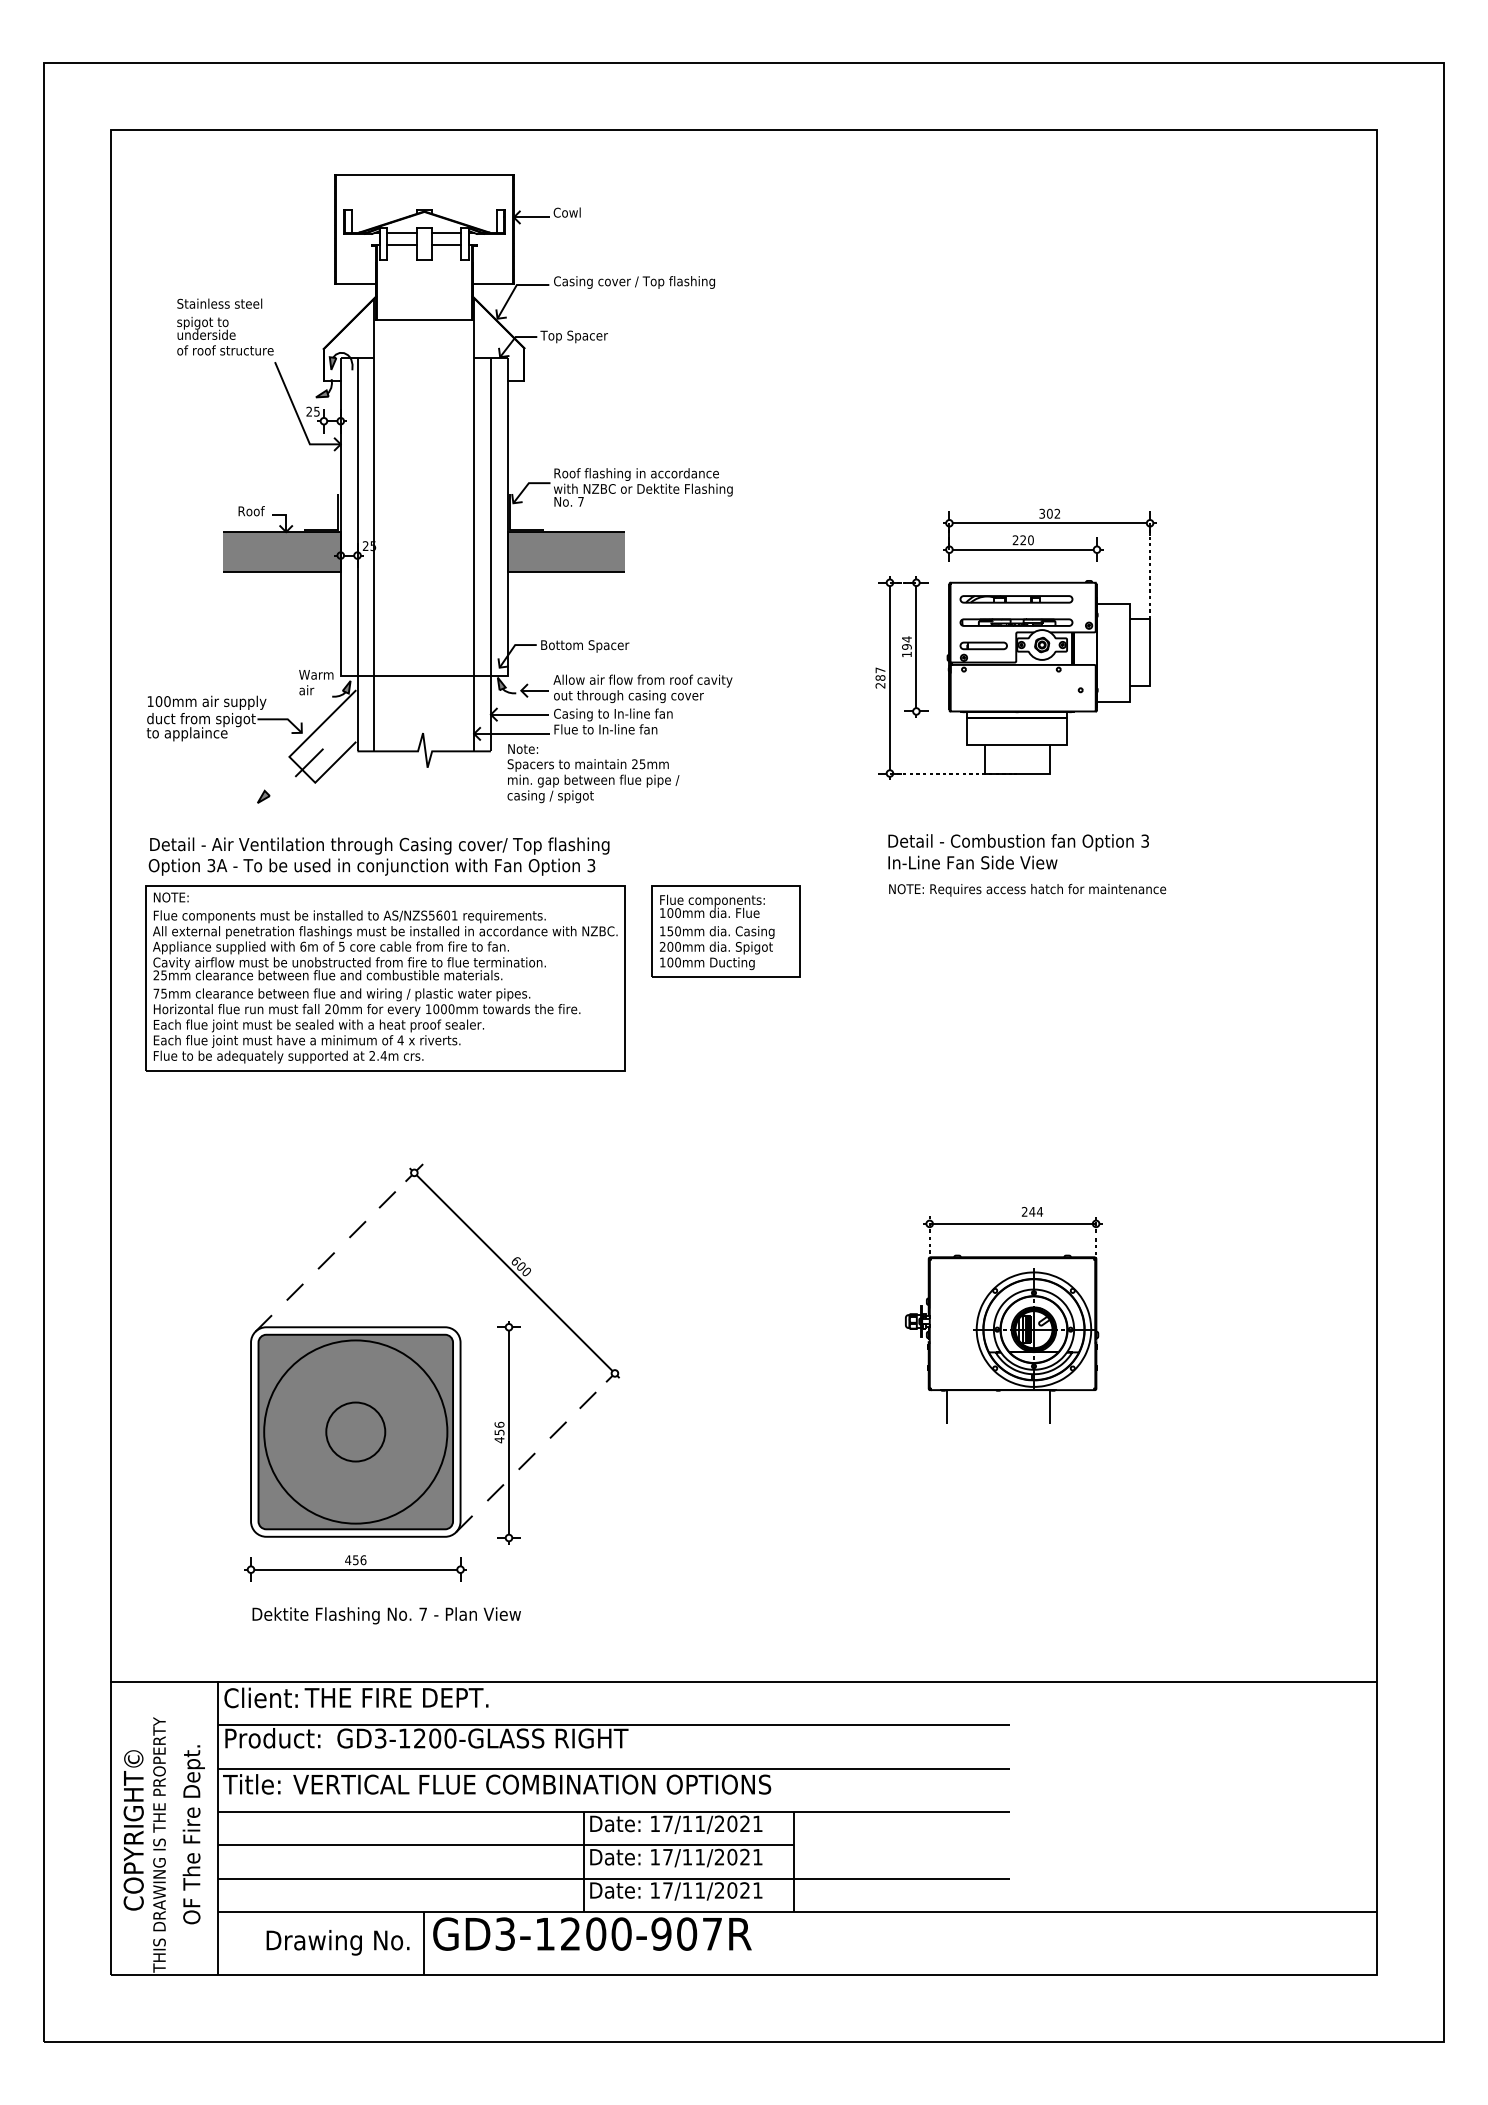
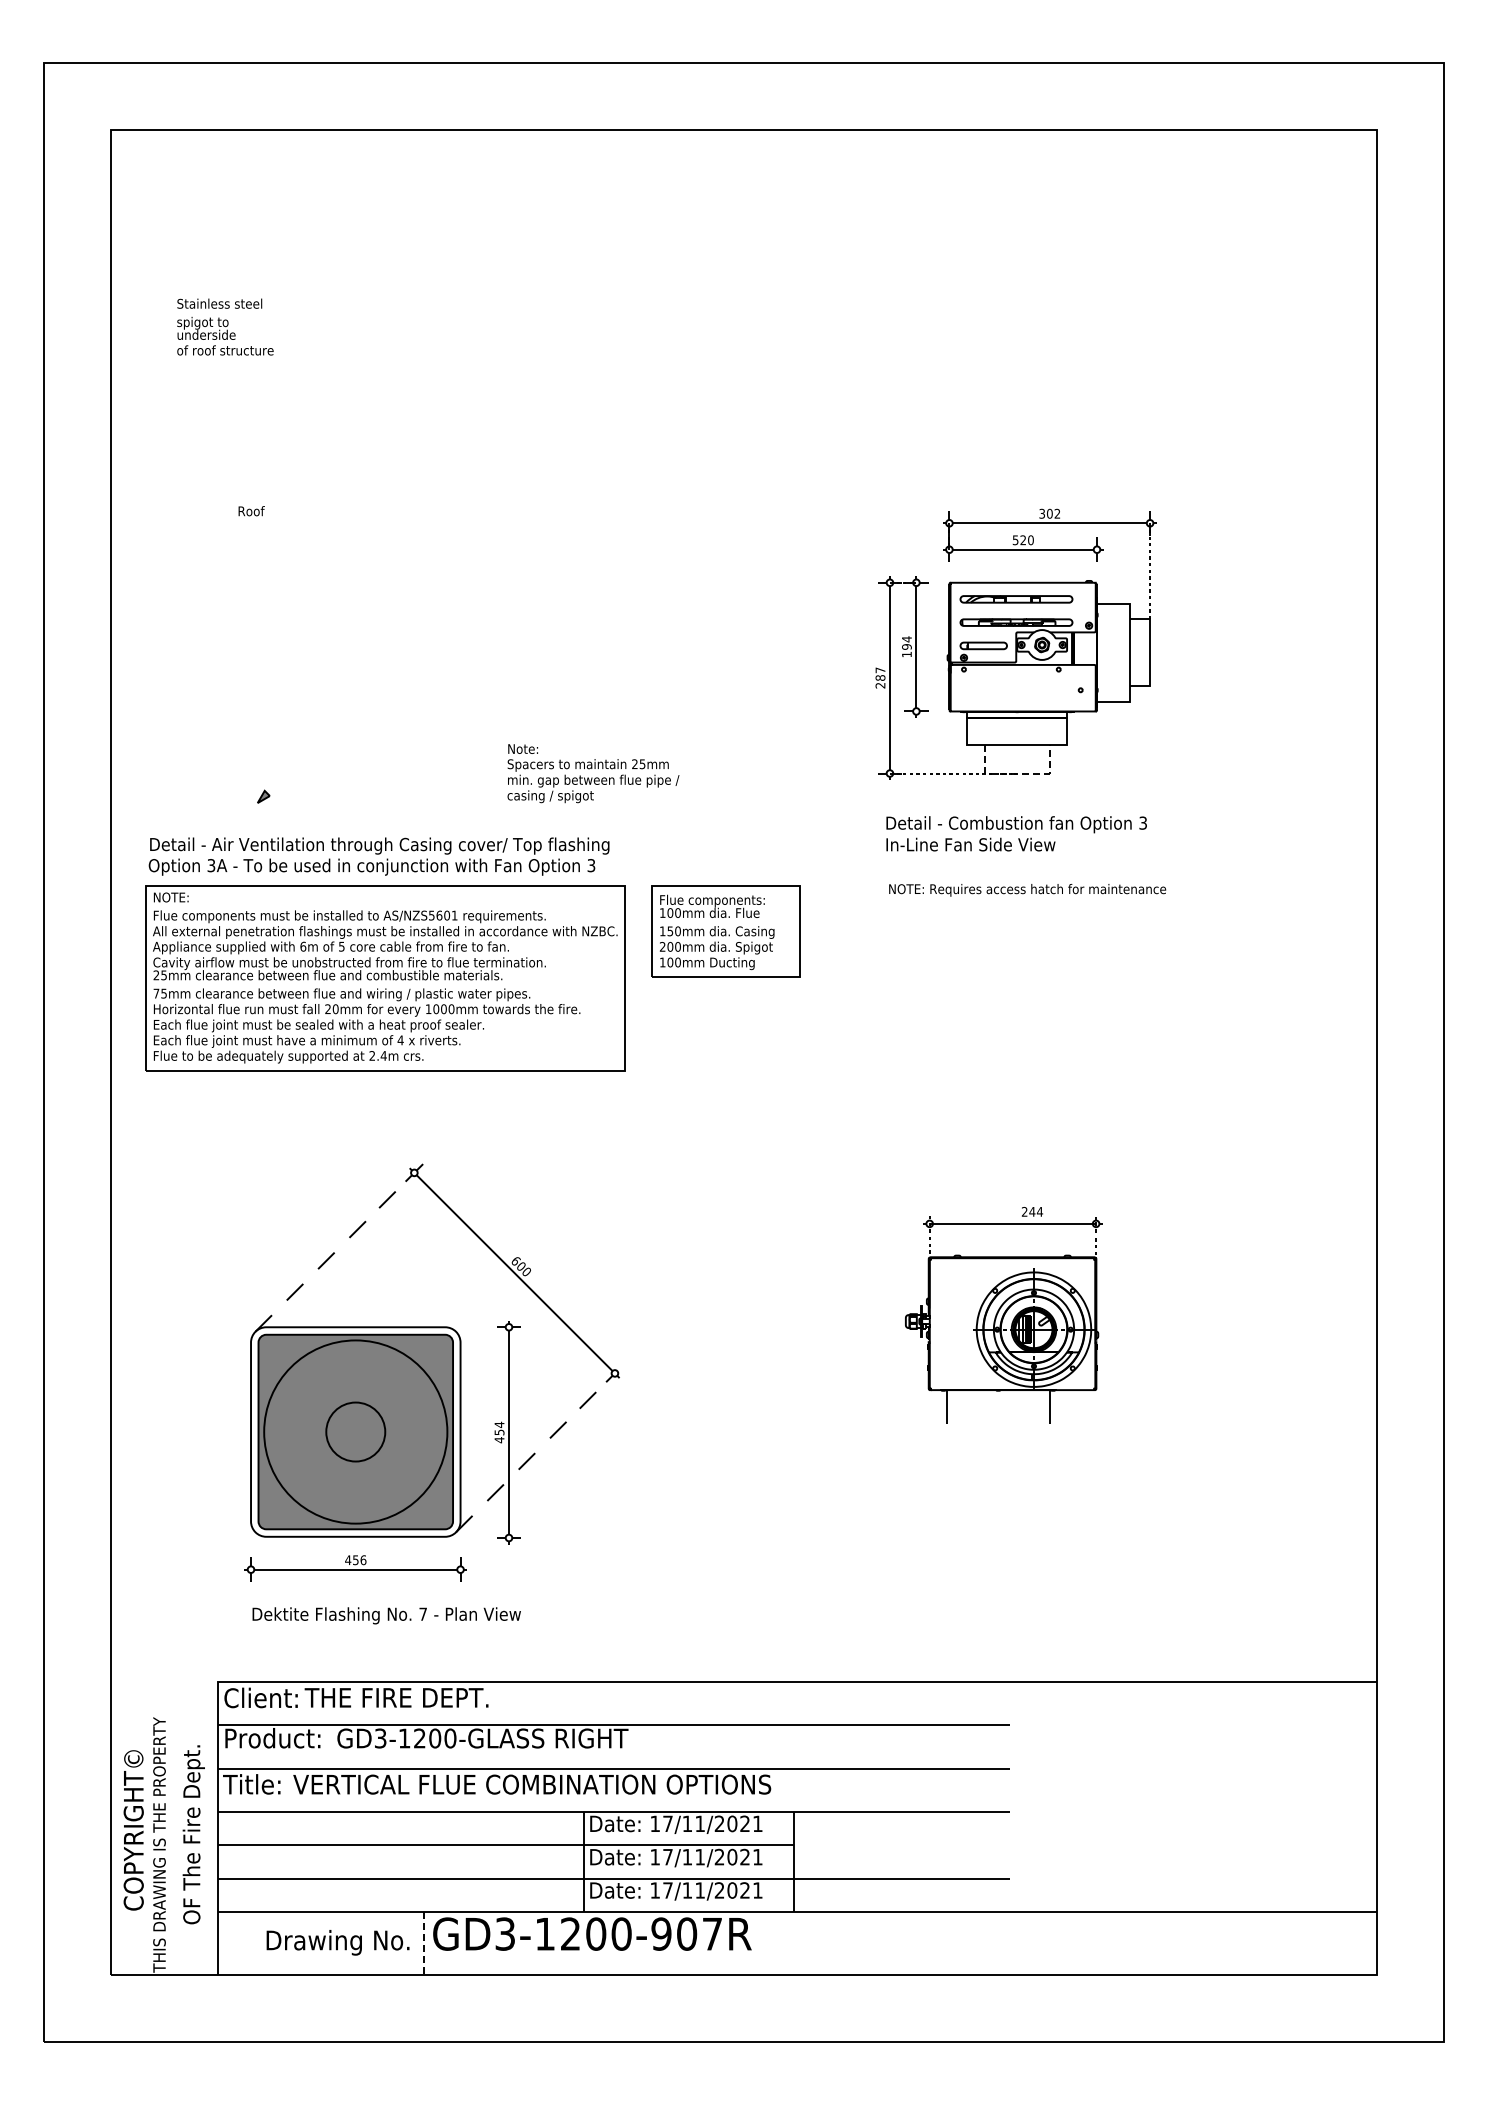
part at (439, 478): present -> none
text at (1015, 540): 220 -> 520
line at (1017, 773): solid -> dashed
text at (1018, 851) position: (1018, 851) -> (1016, 833)
text at (499, 1424): 456 -> 454
line at (164, 1682): present -> none
line at (424, 1943): solid -> dashed
